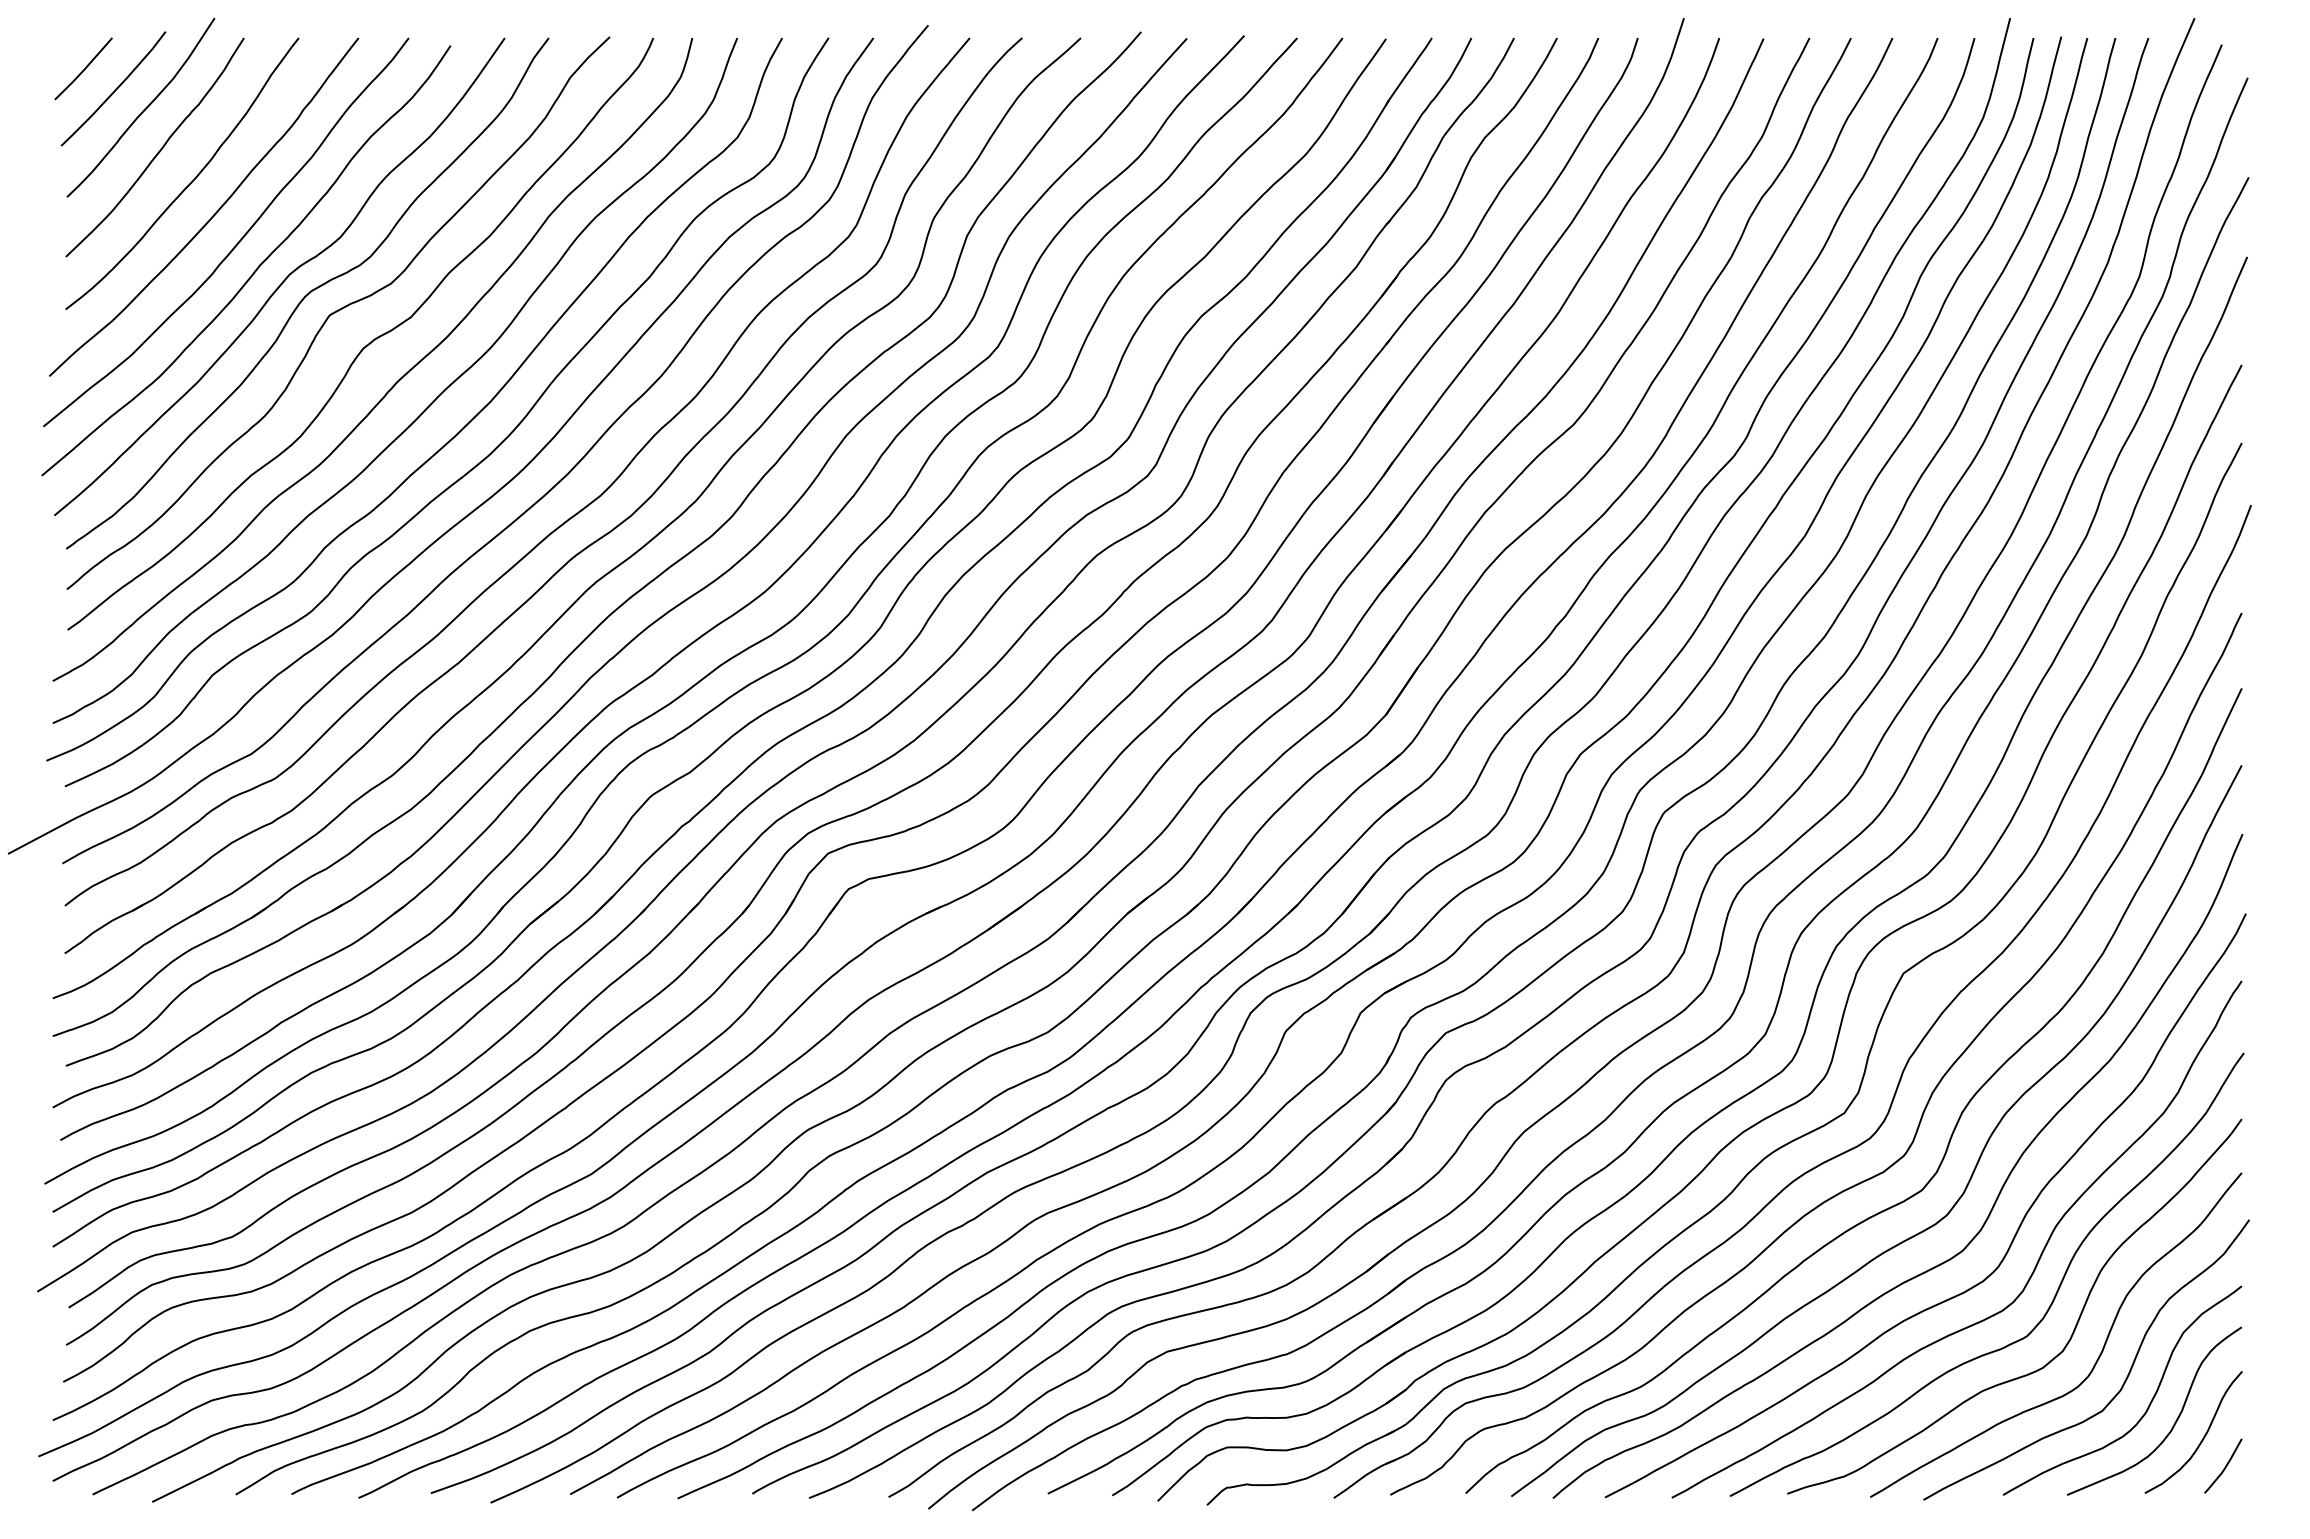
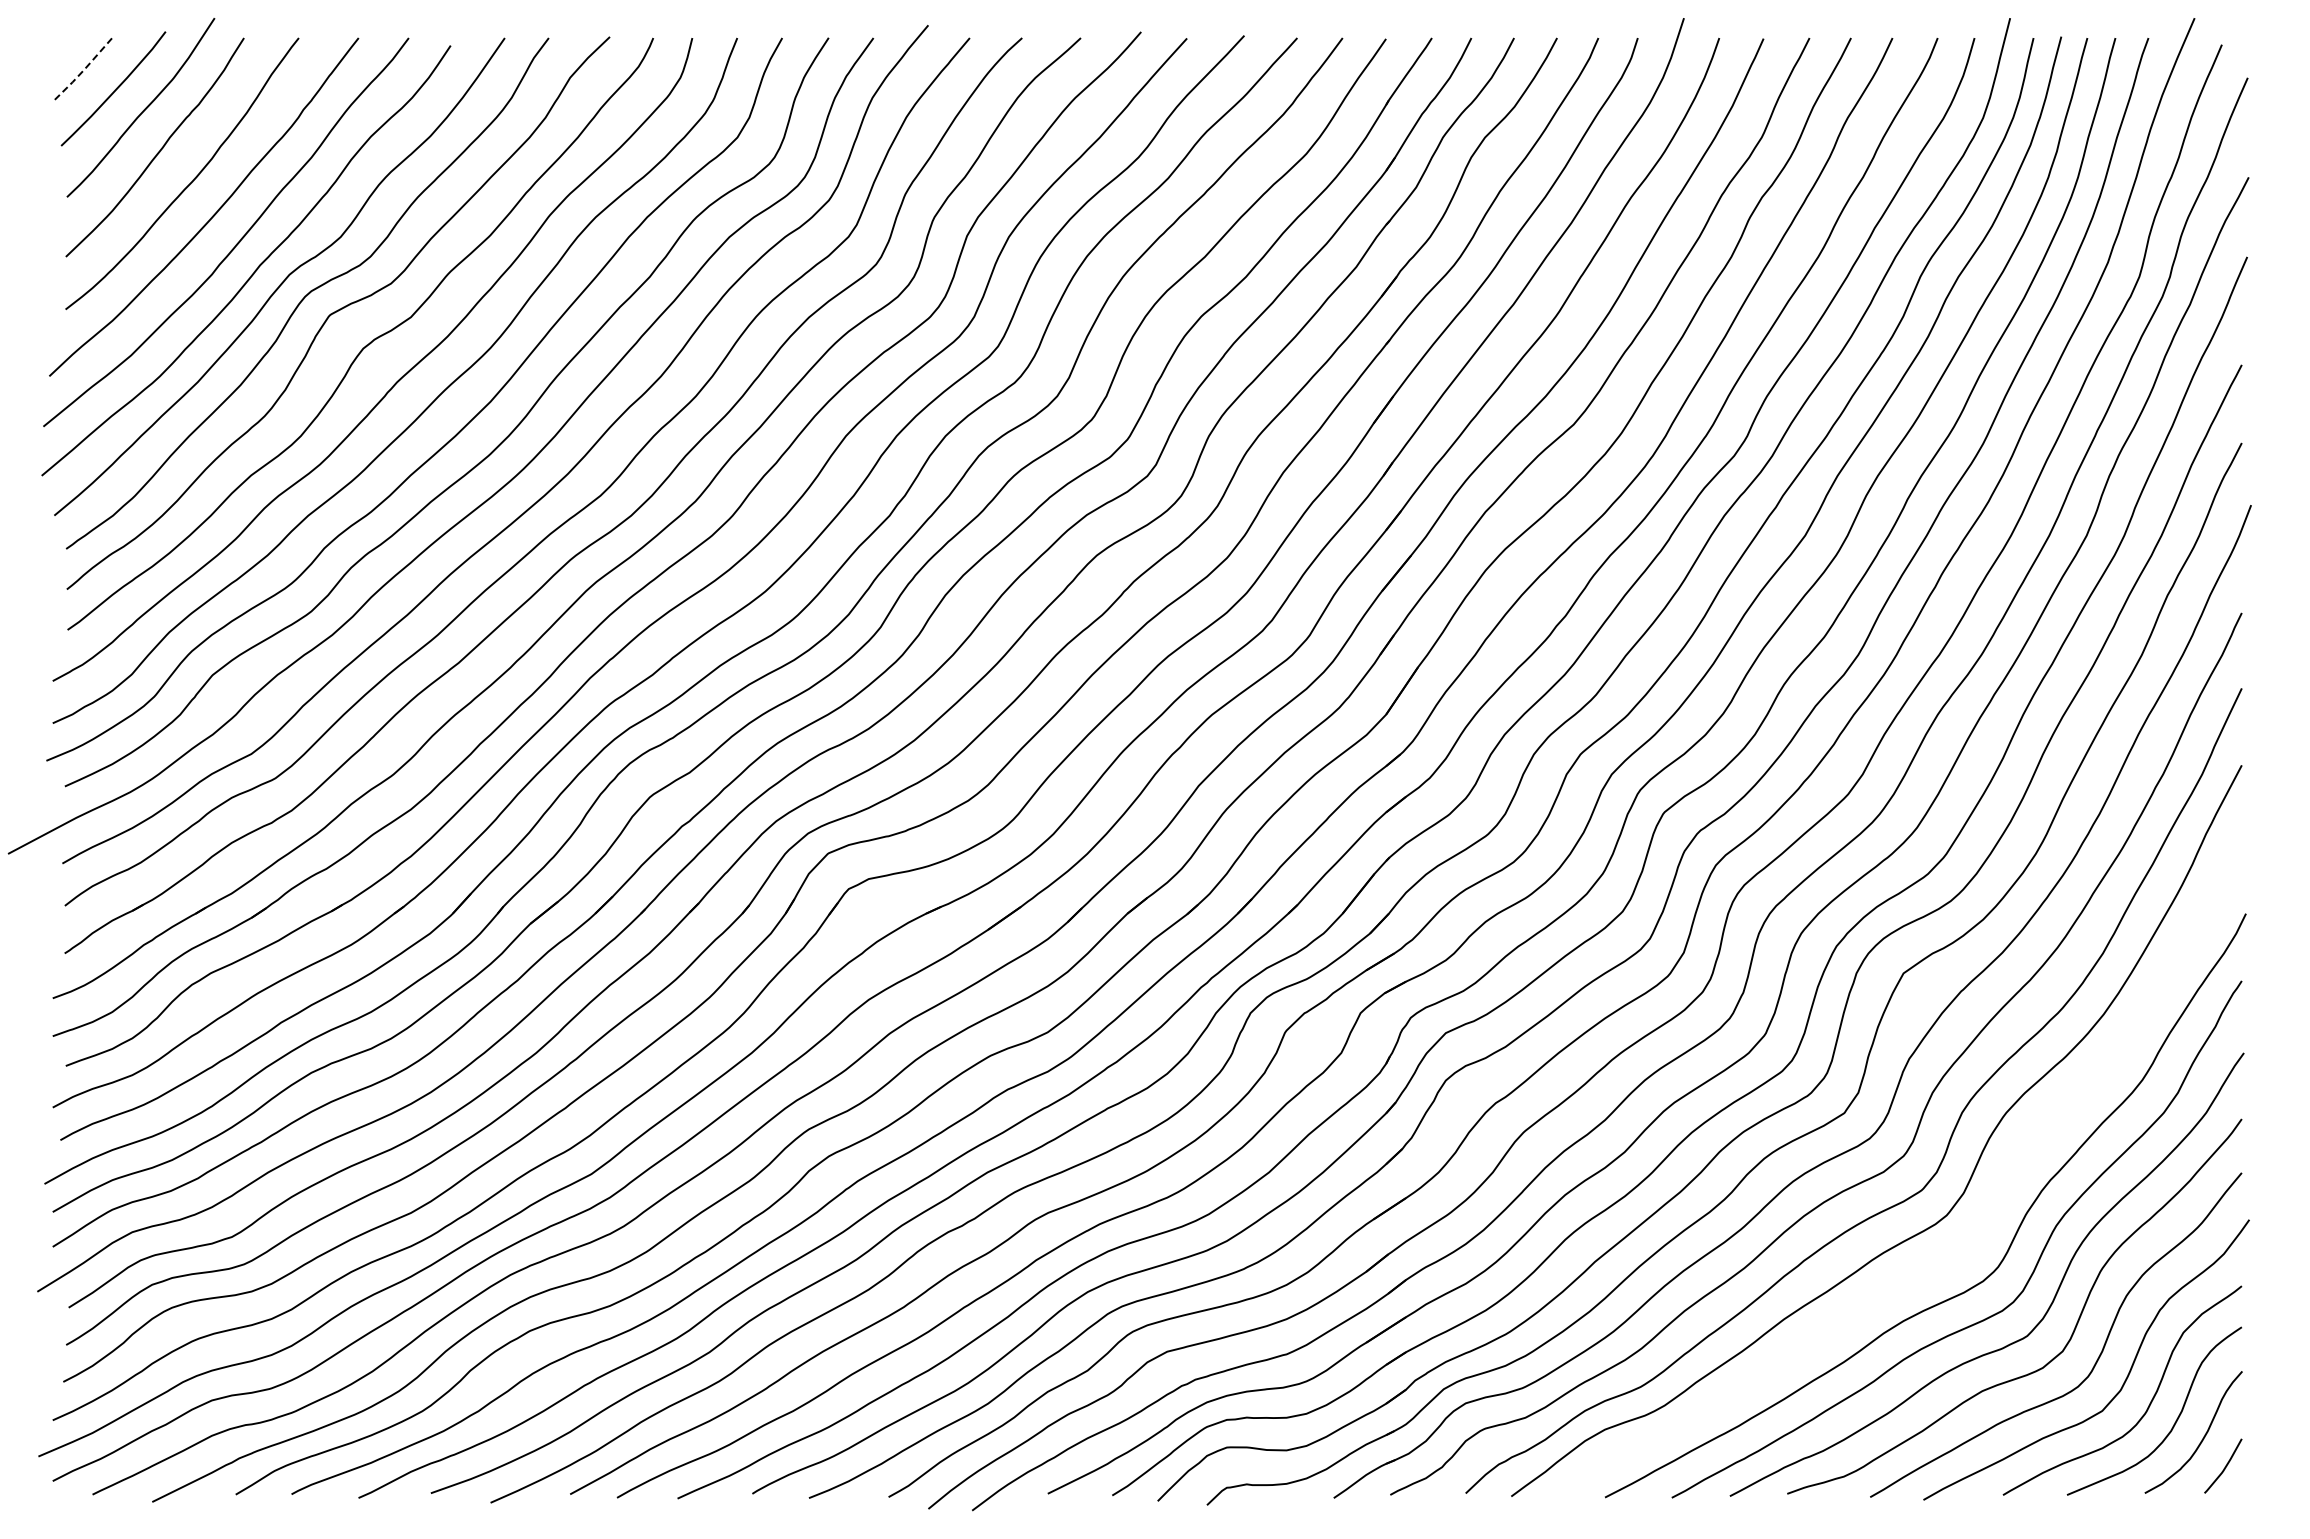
line at (84, 69): solid -> dashed
curve at (1991, 1207): present -> none
